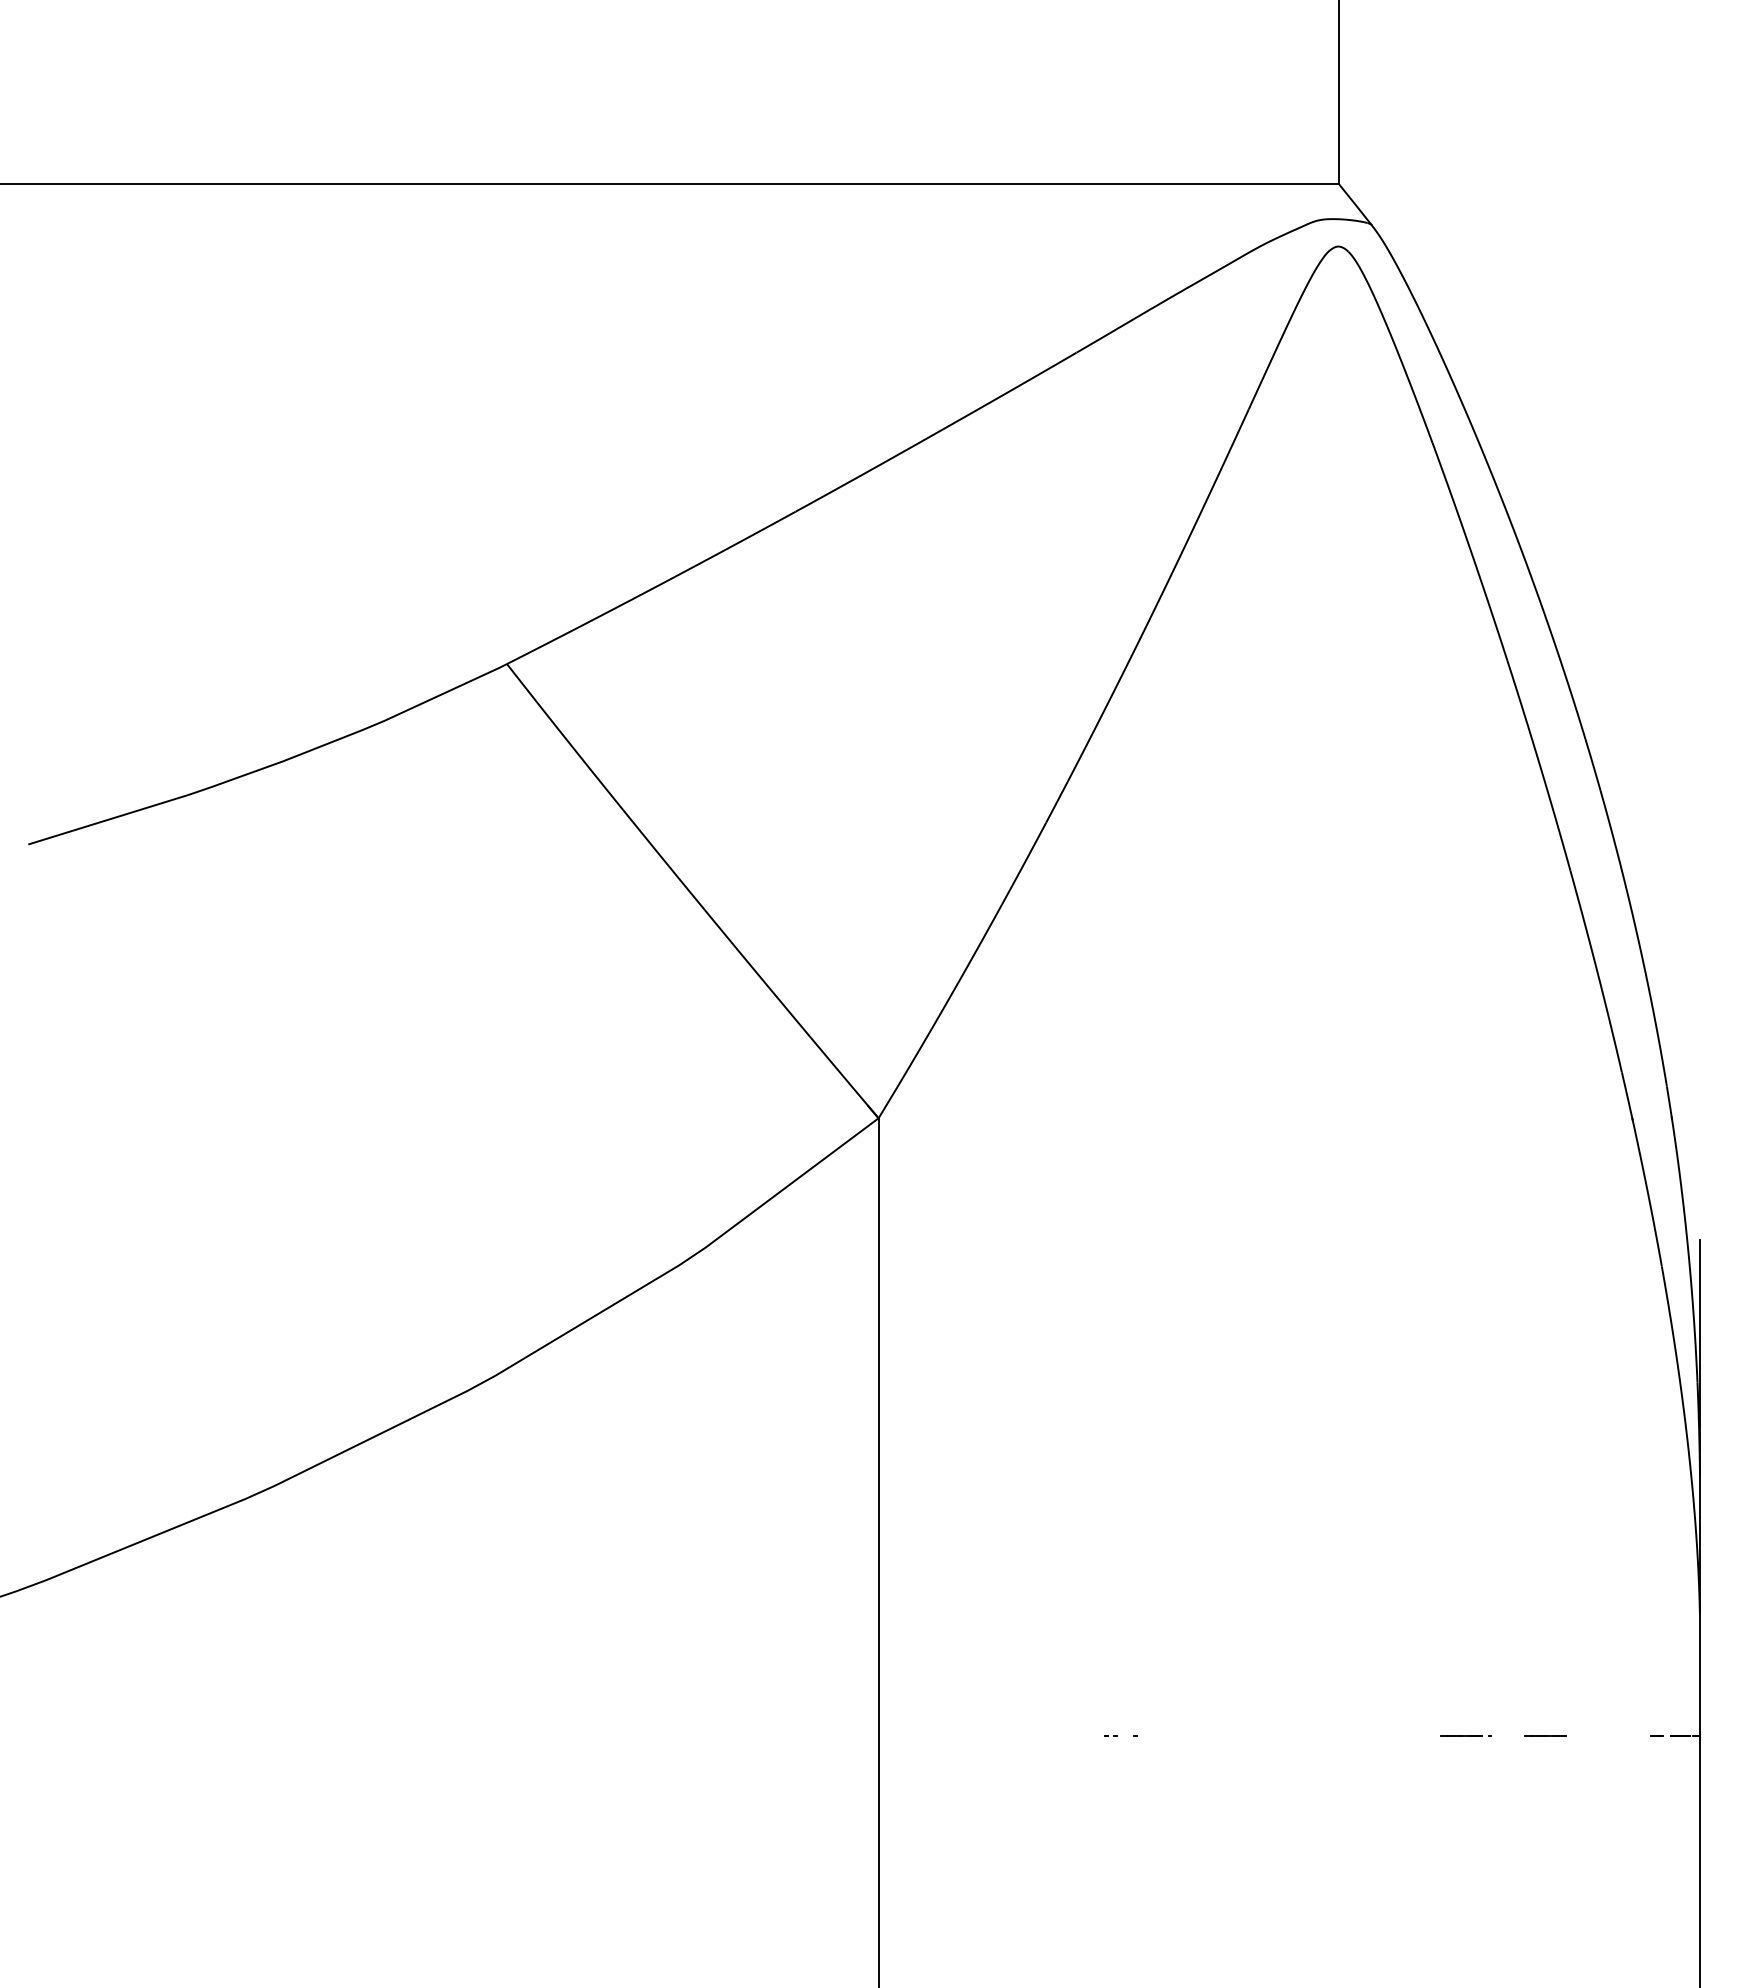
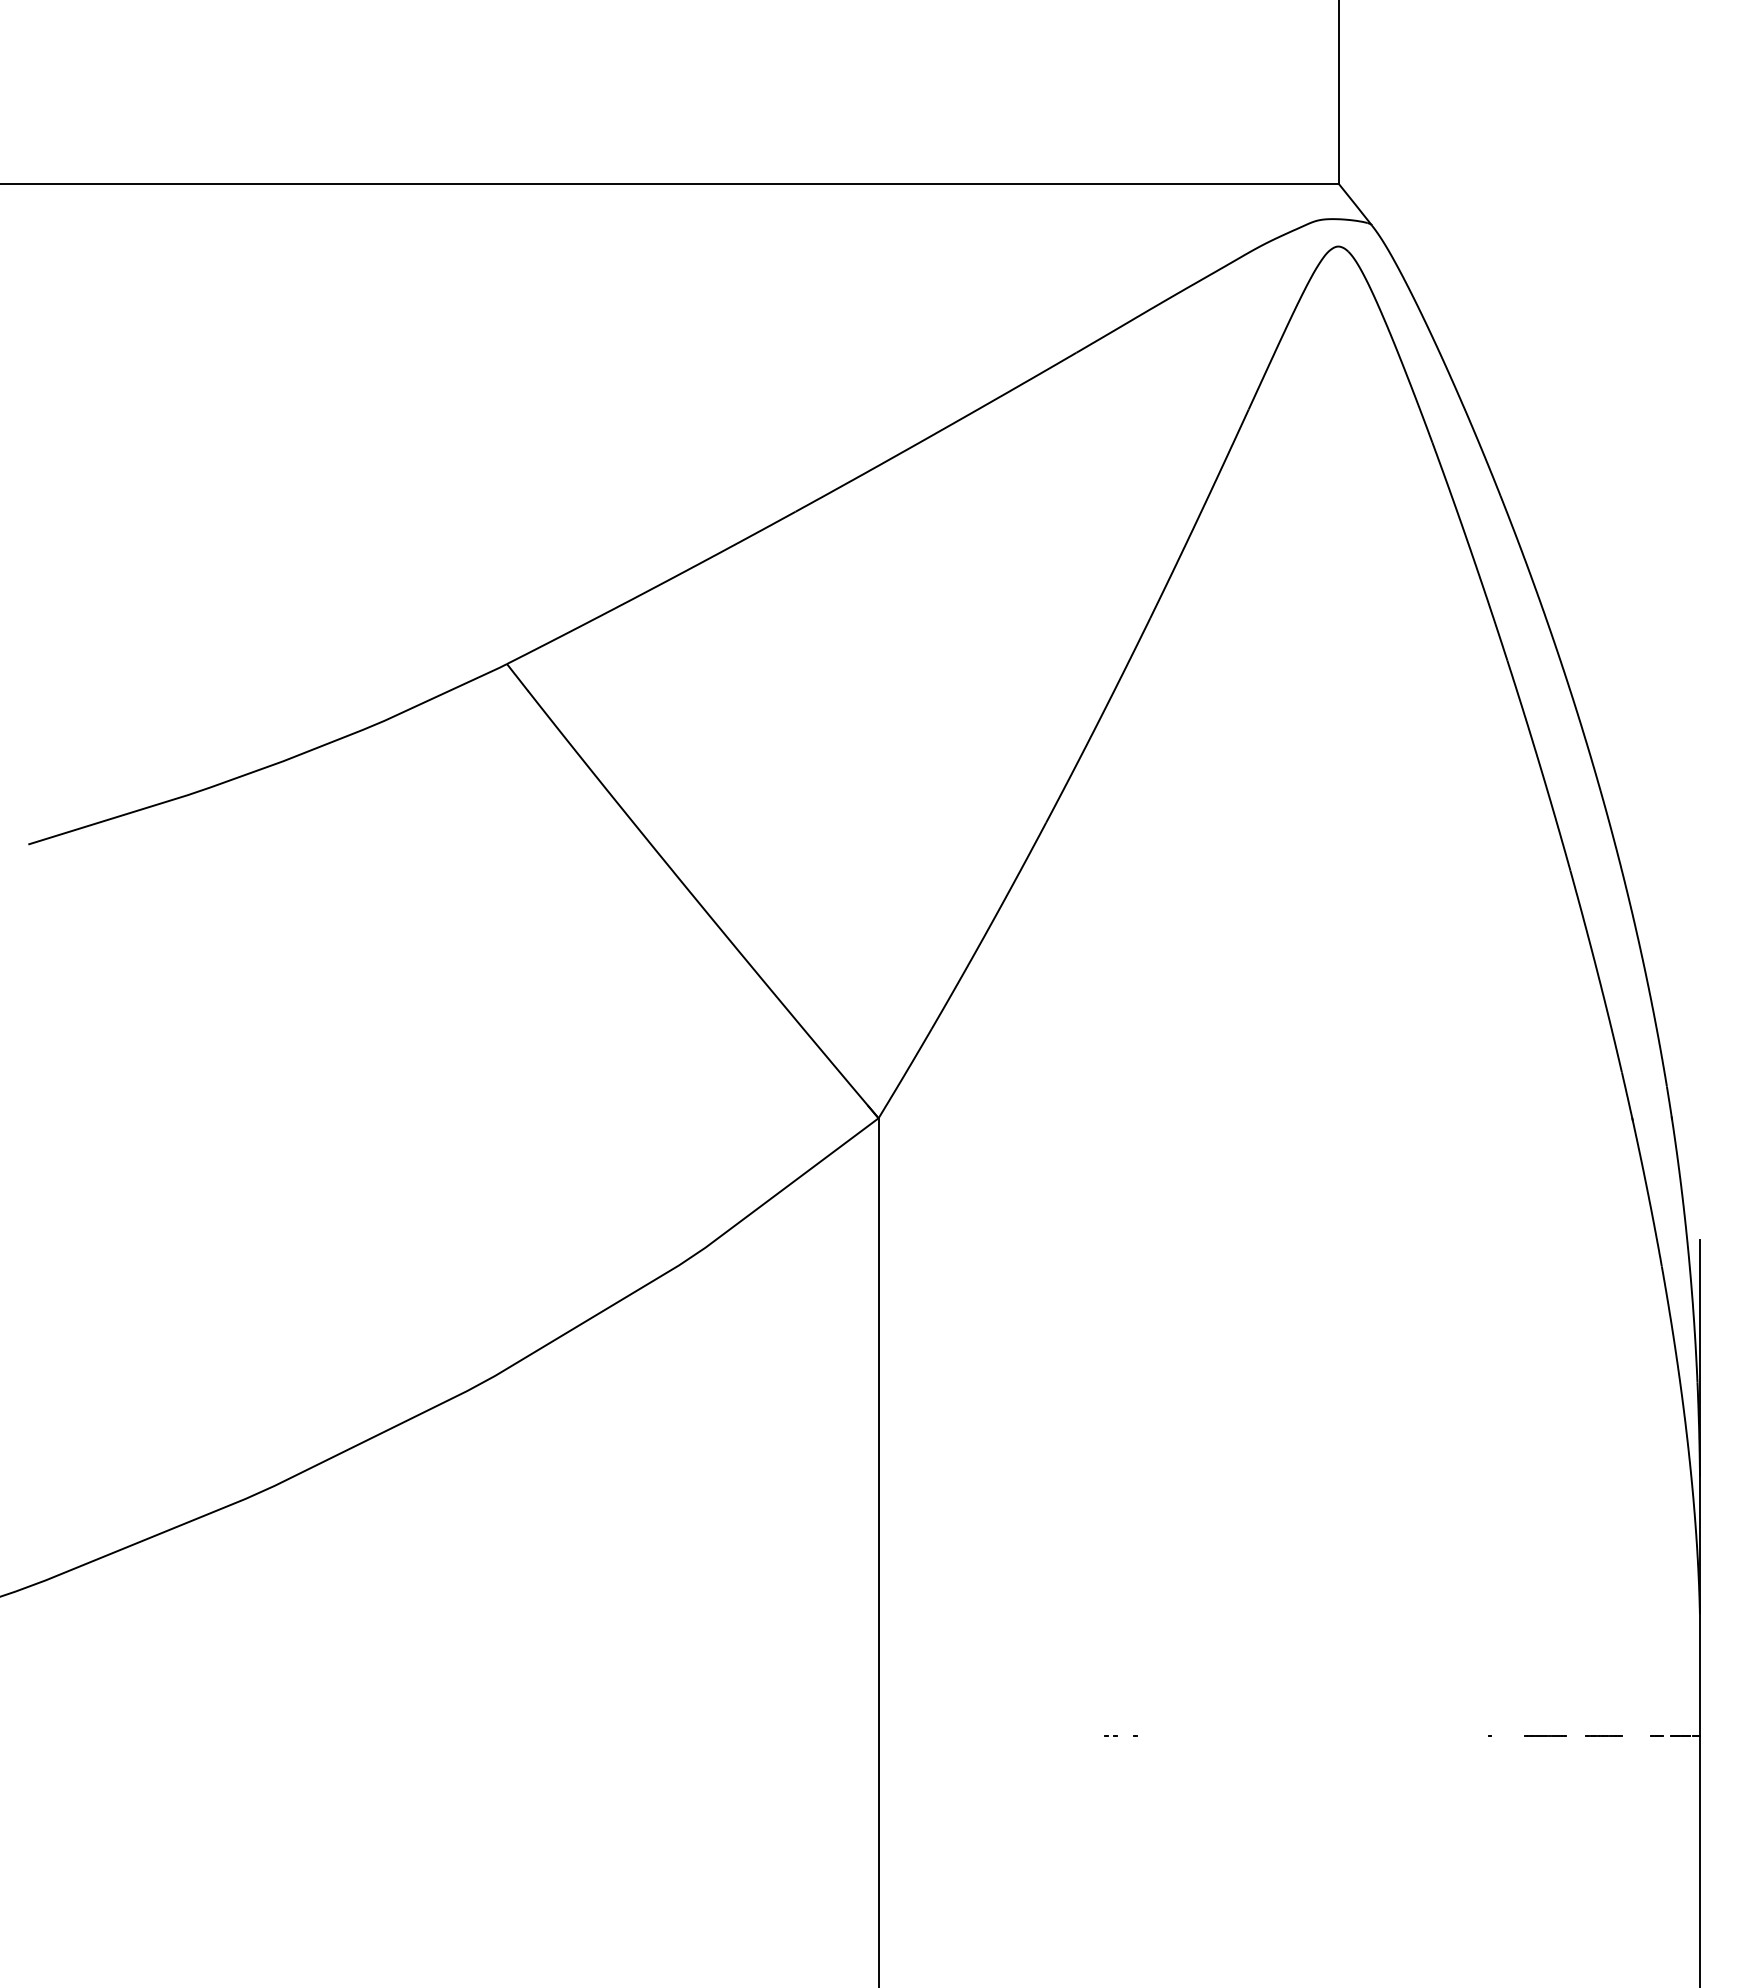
line at (1461, 1735): present -> none
line at (1603, 1735): none -> present
